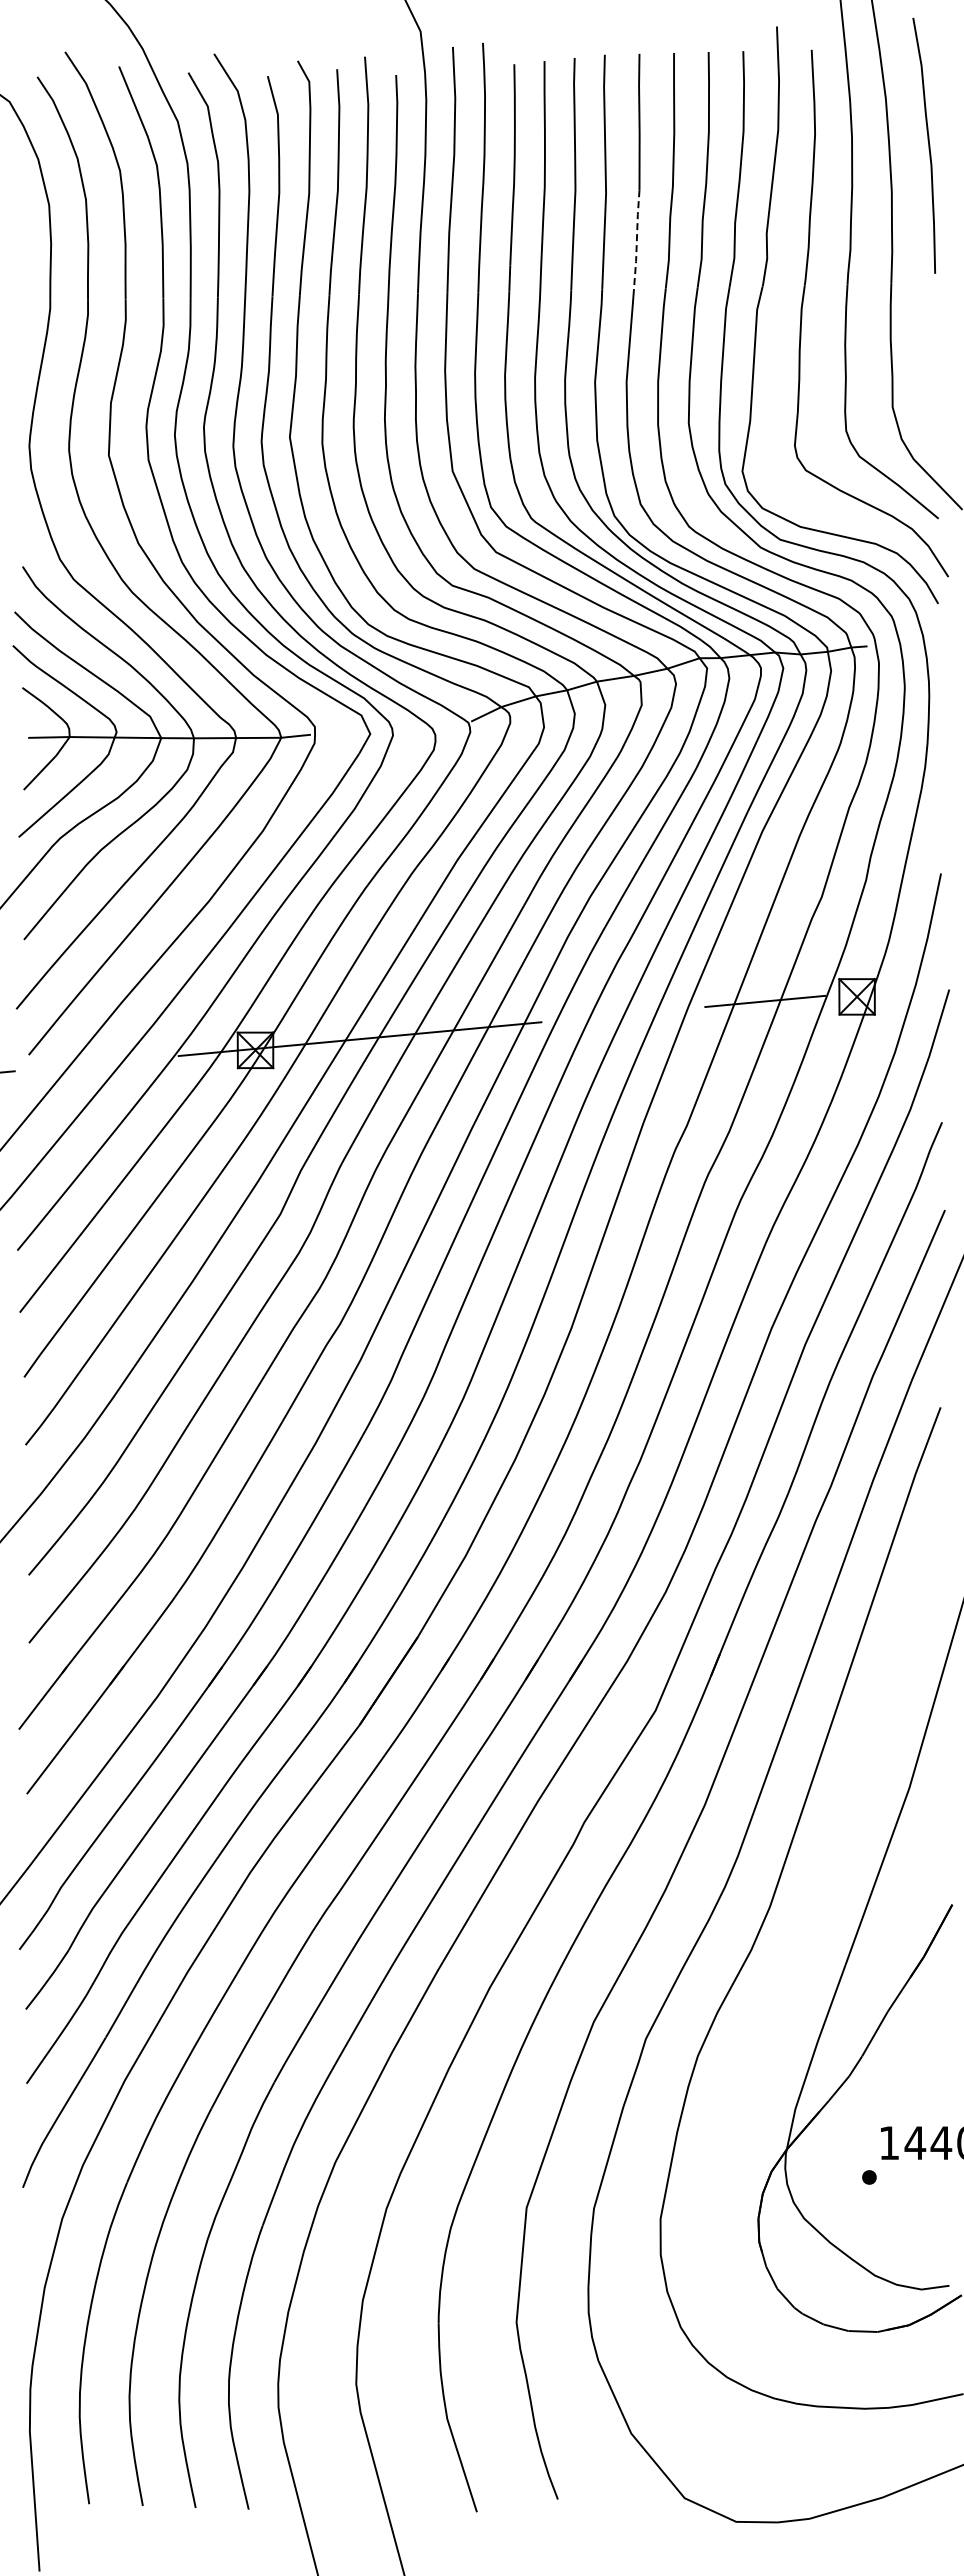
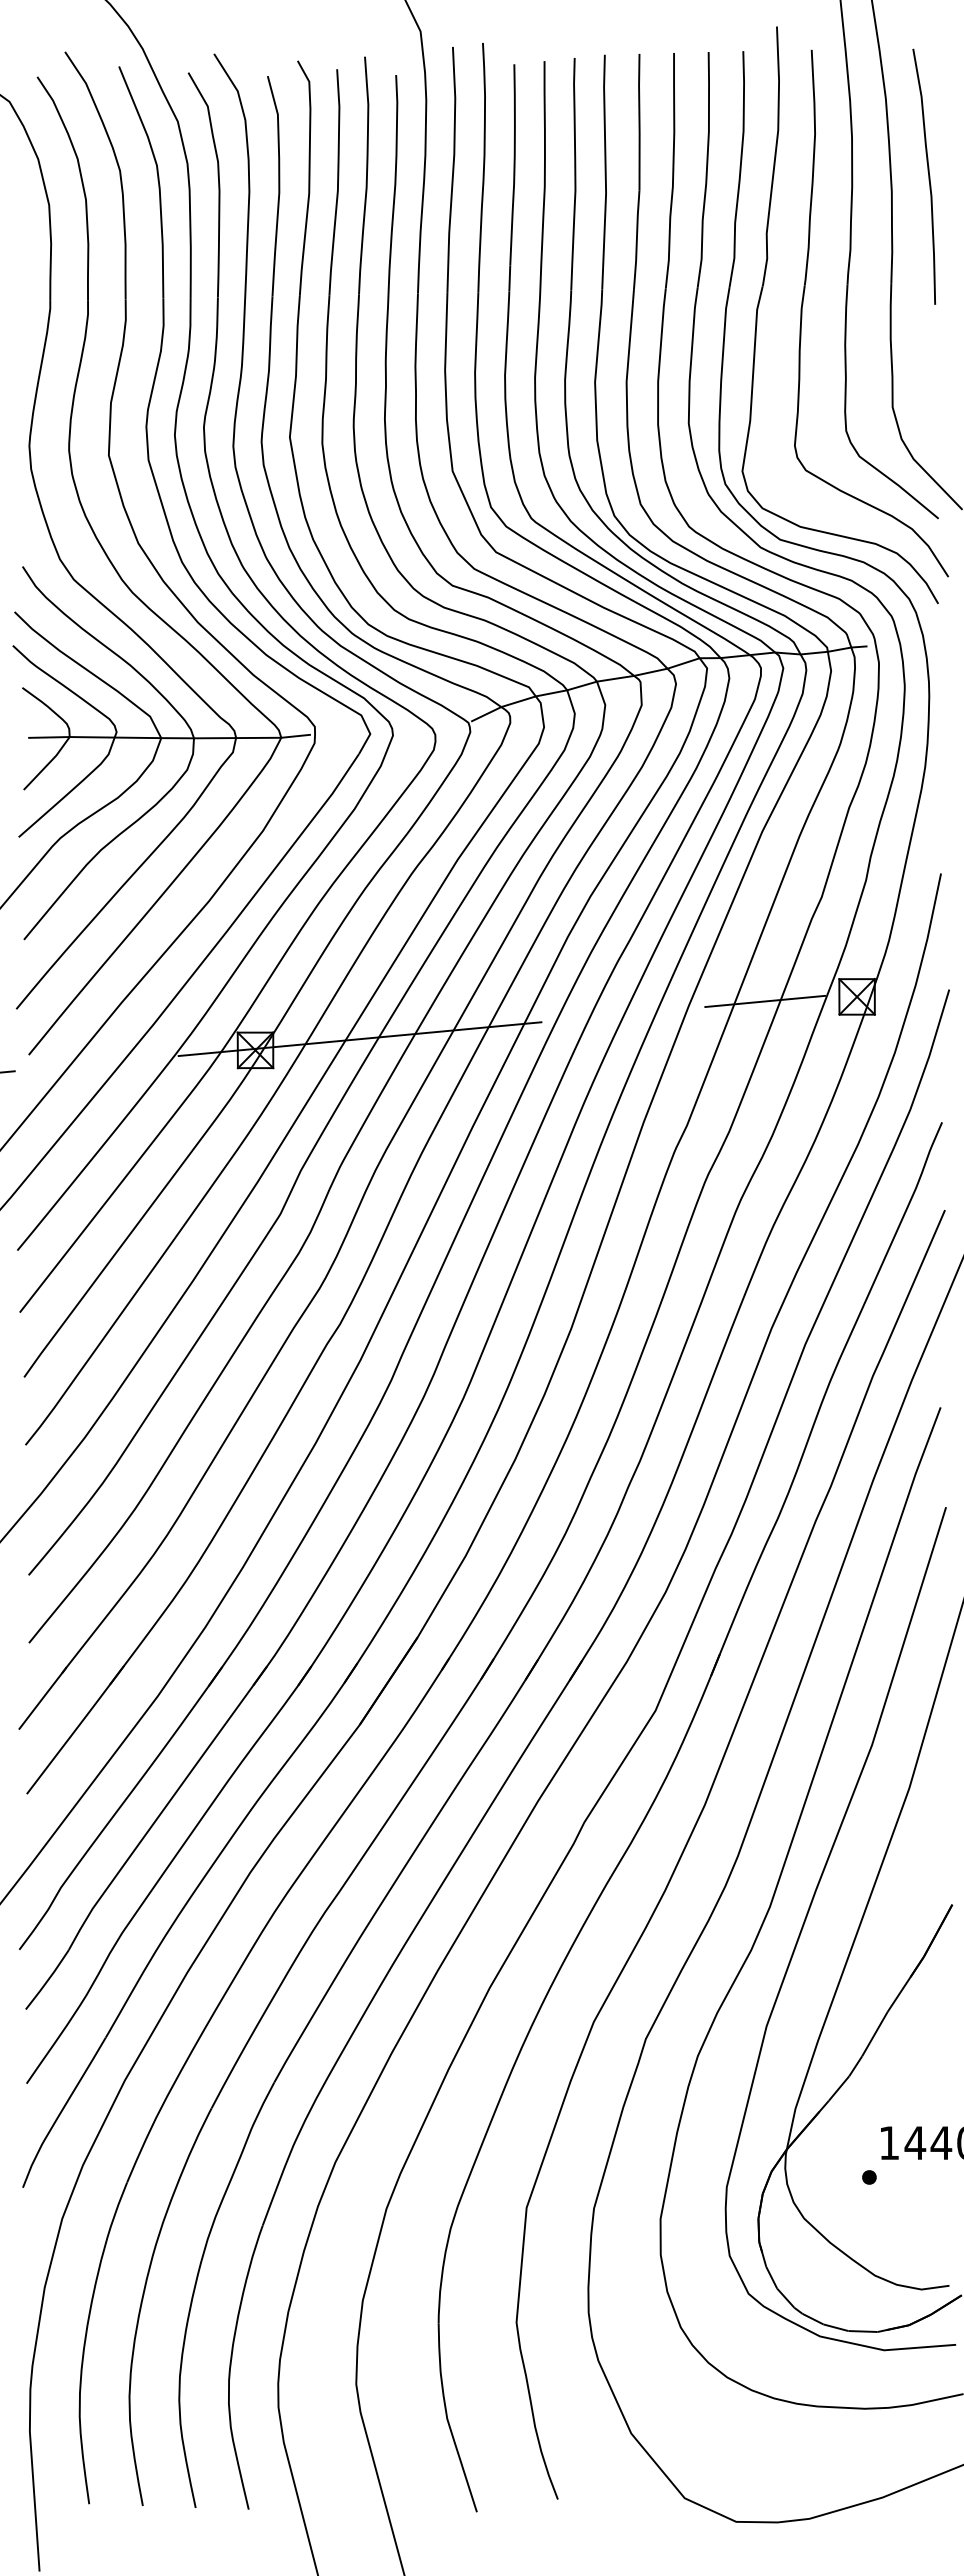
part at (923, 145) position: (923, 145) -> (923, 176)
line at (636, 239): dashed -> solid
curve at (807, 1917): none -> present
